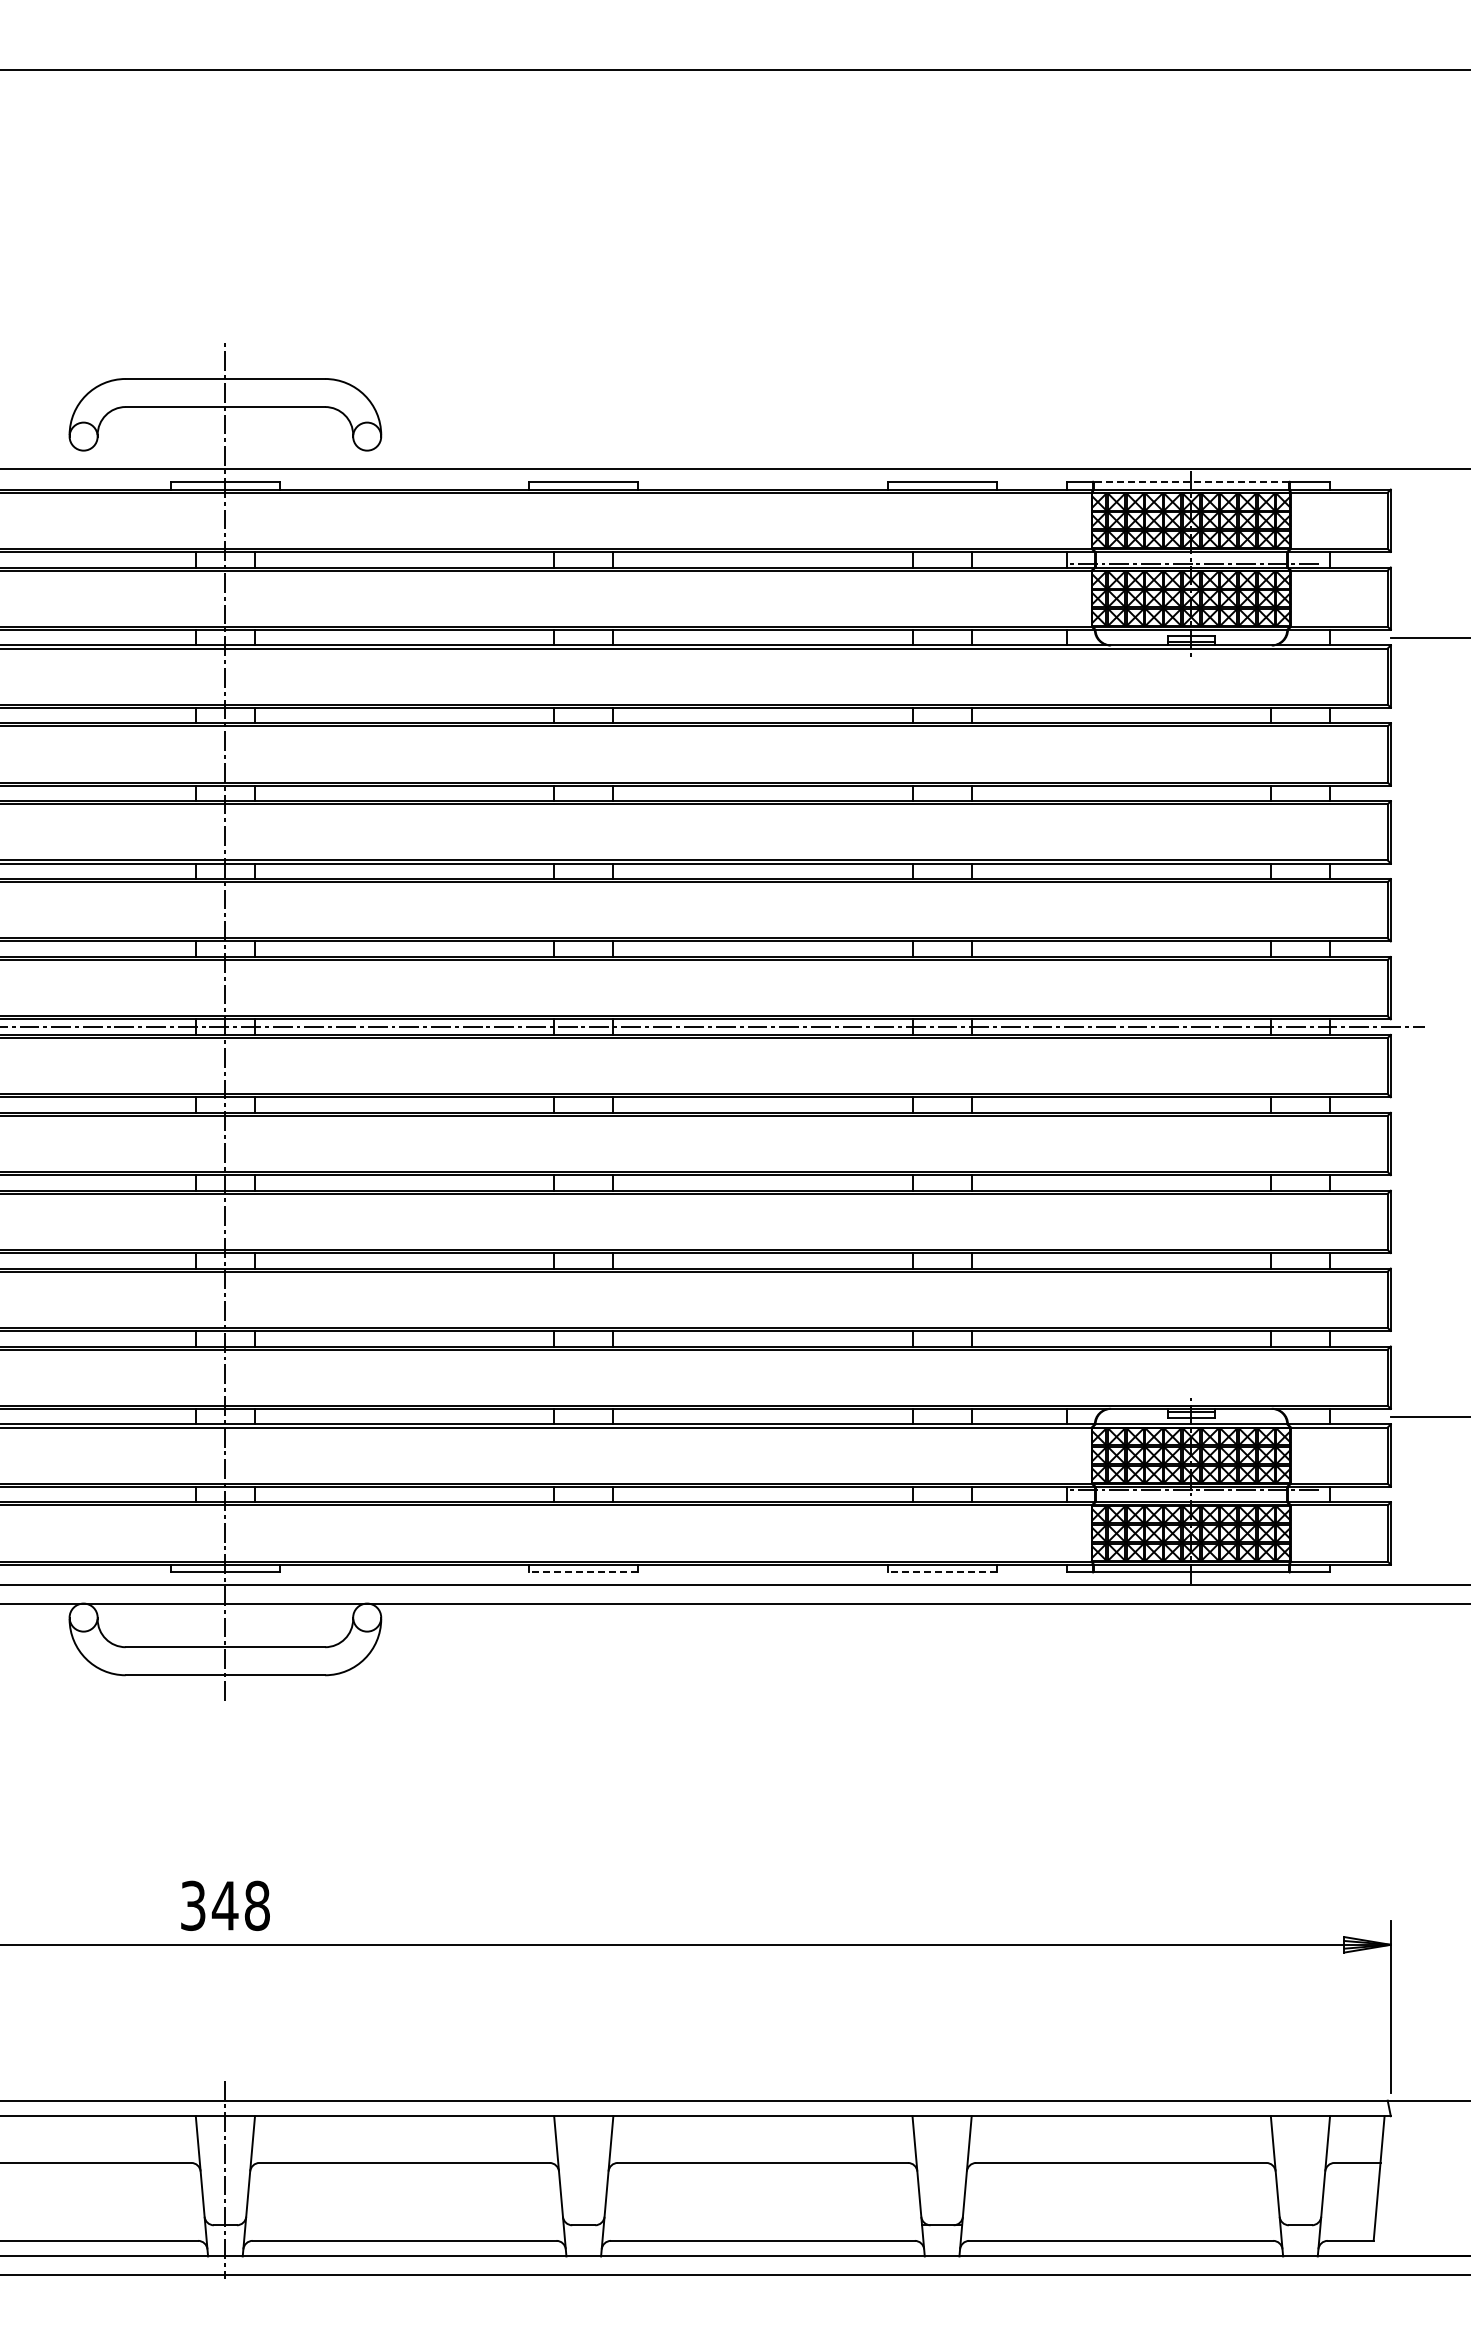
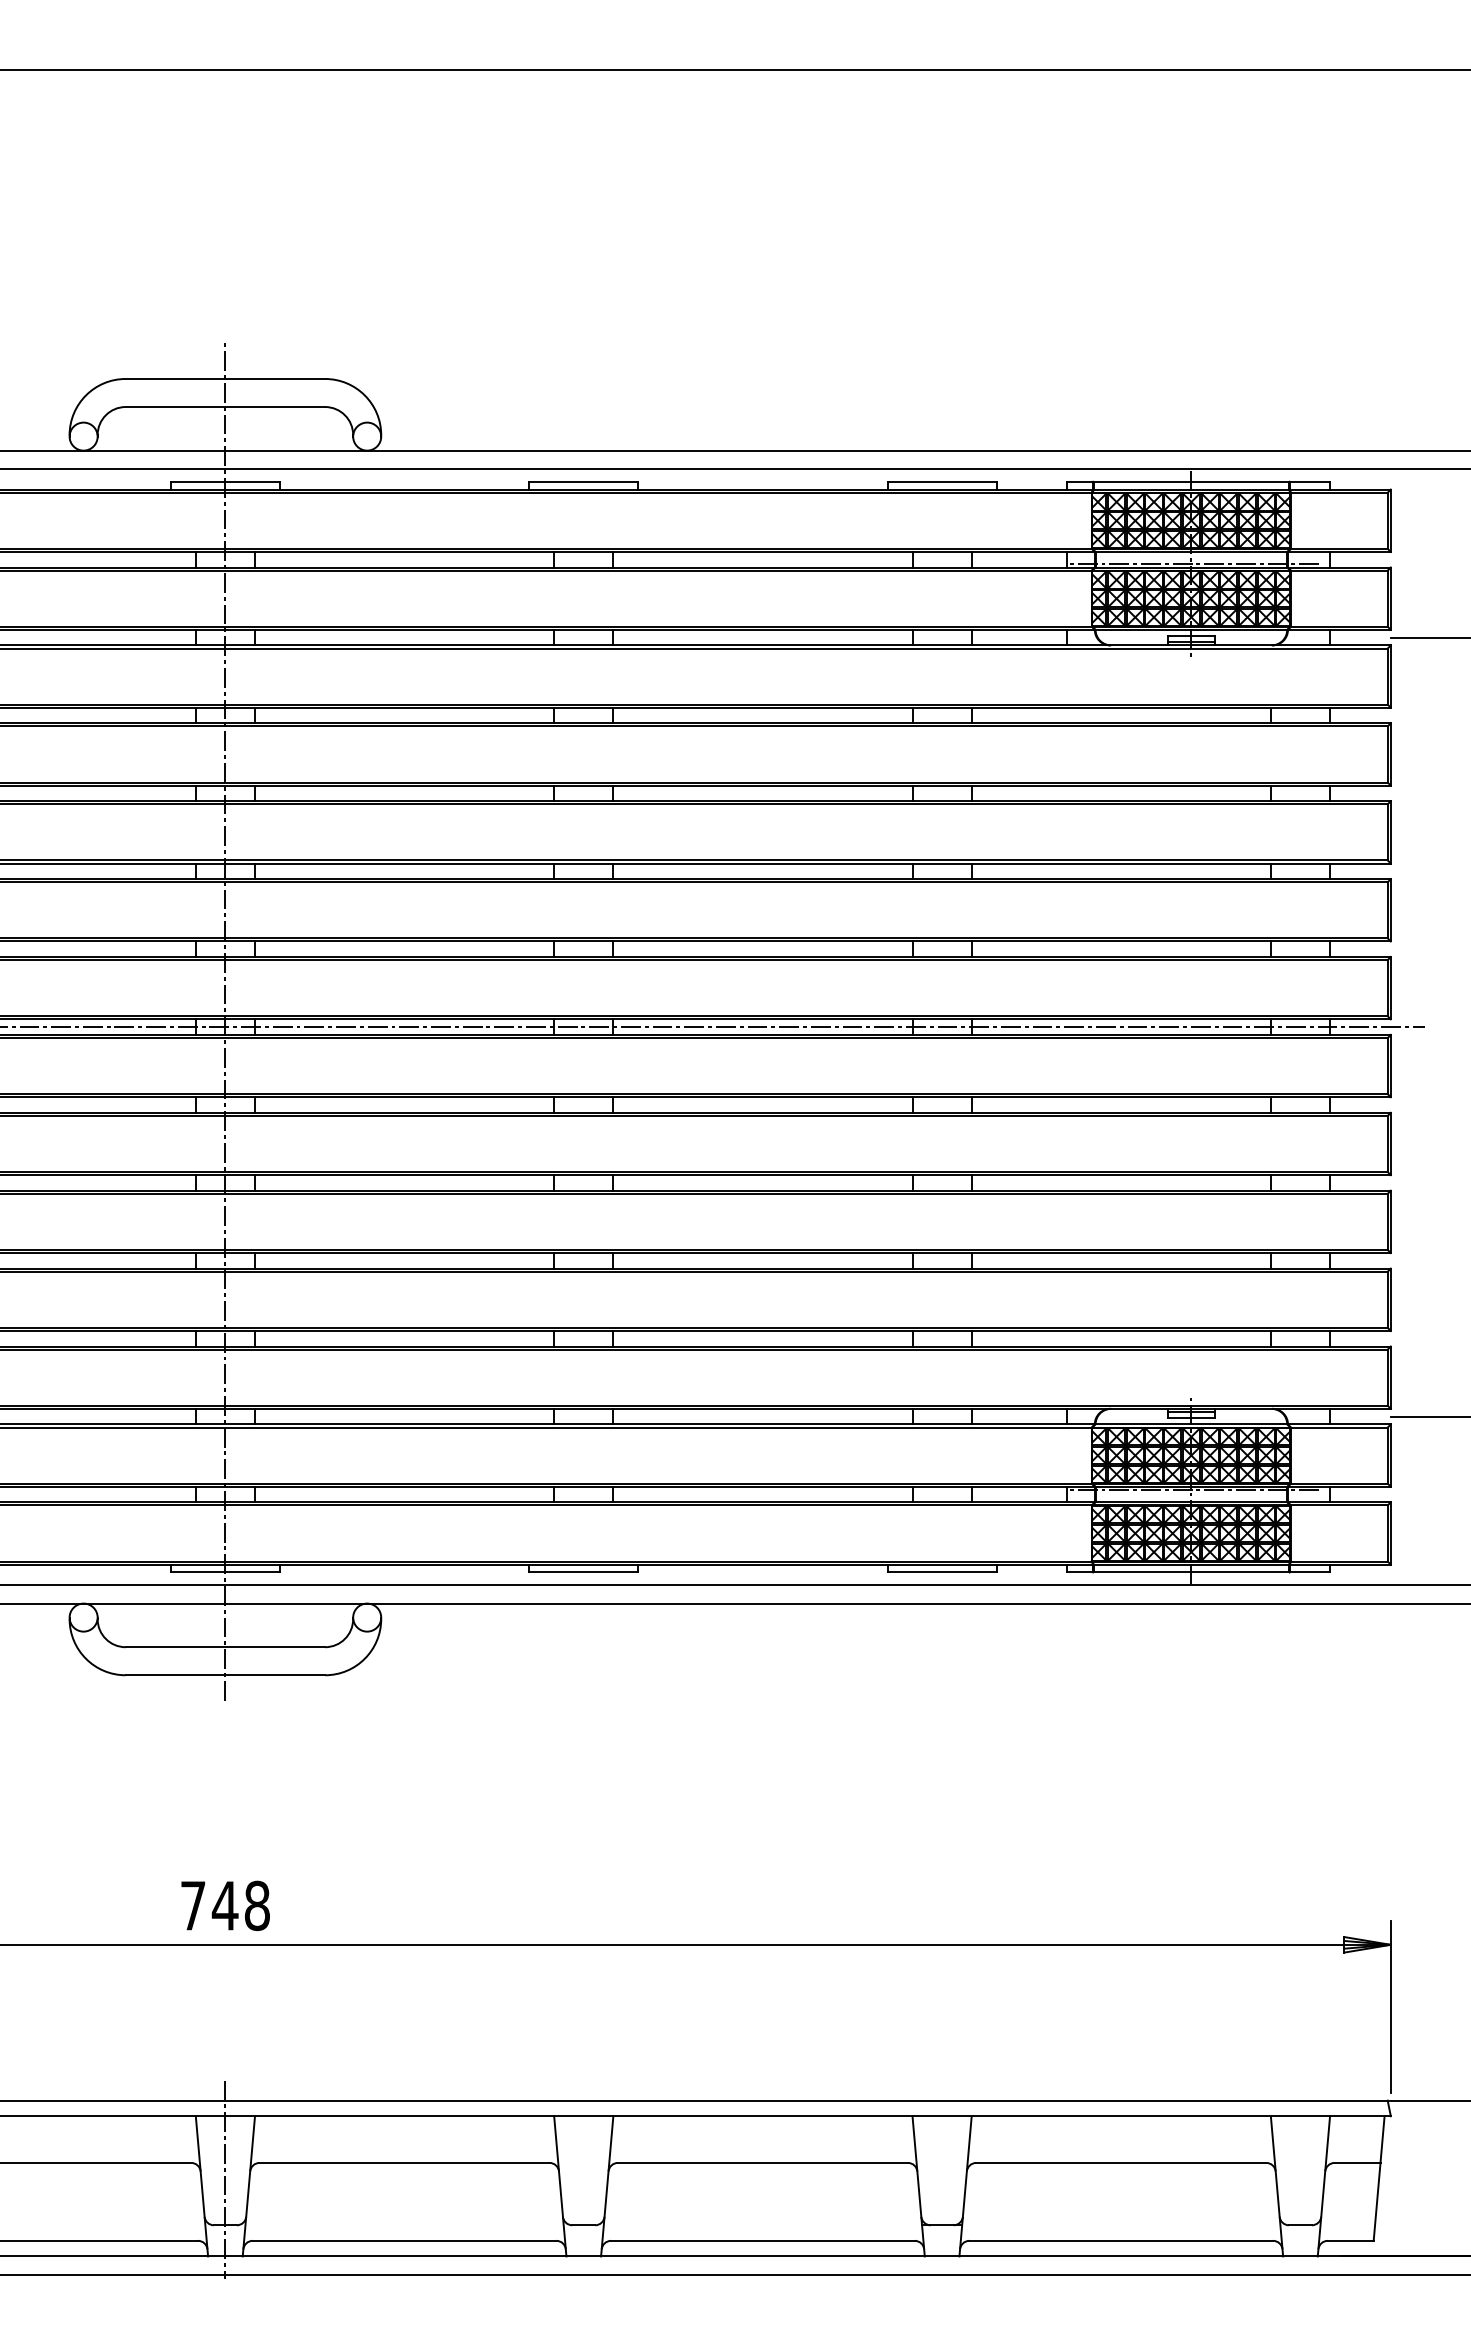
line at (734, 450): none -> present
line at (1191, 481): dashed -> solid
line at (583, 1572): dashed -> solid
line at (942, 1572): dashed -> solid
text at (193, 1905): 348 -> 748
